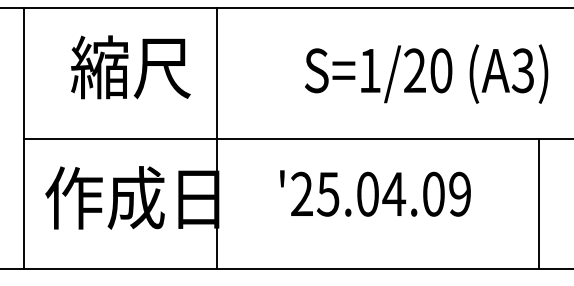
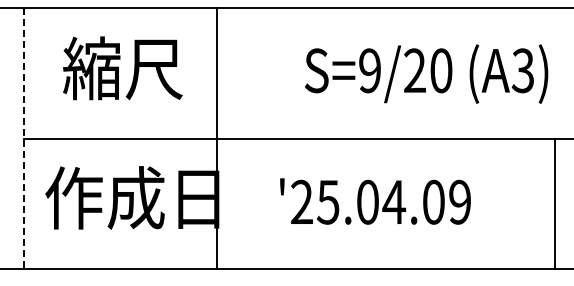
text at (130, 67) position: (130, 67) -> (122, 68)
text at (369, 70): S=1/20 -> S=9/20
line at (24, 139): solid -> dashed
text at (375, 193) position: (375, 193) -> (375, 201)
line at (539, 203) position: (539, 203) -> (555, 203)
